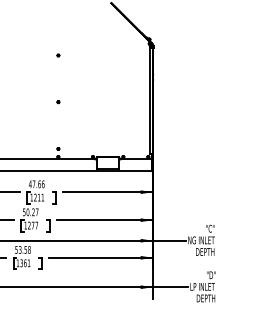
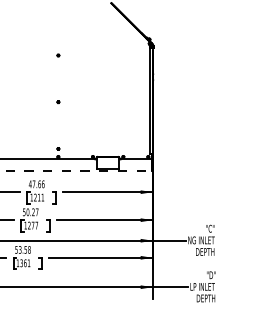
line at (76, 170): solid -> dashed
